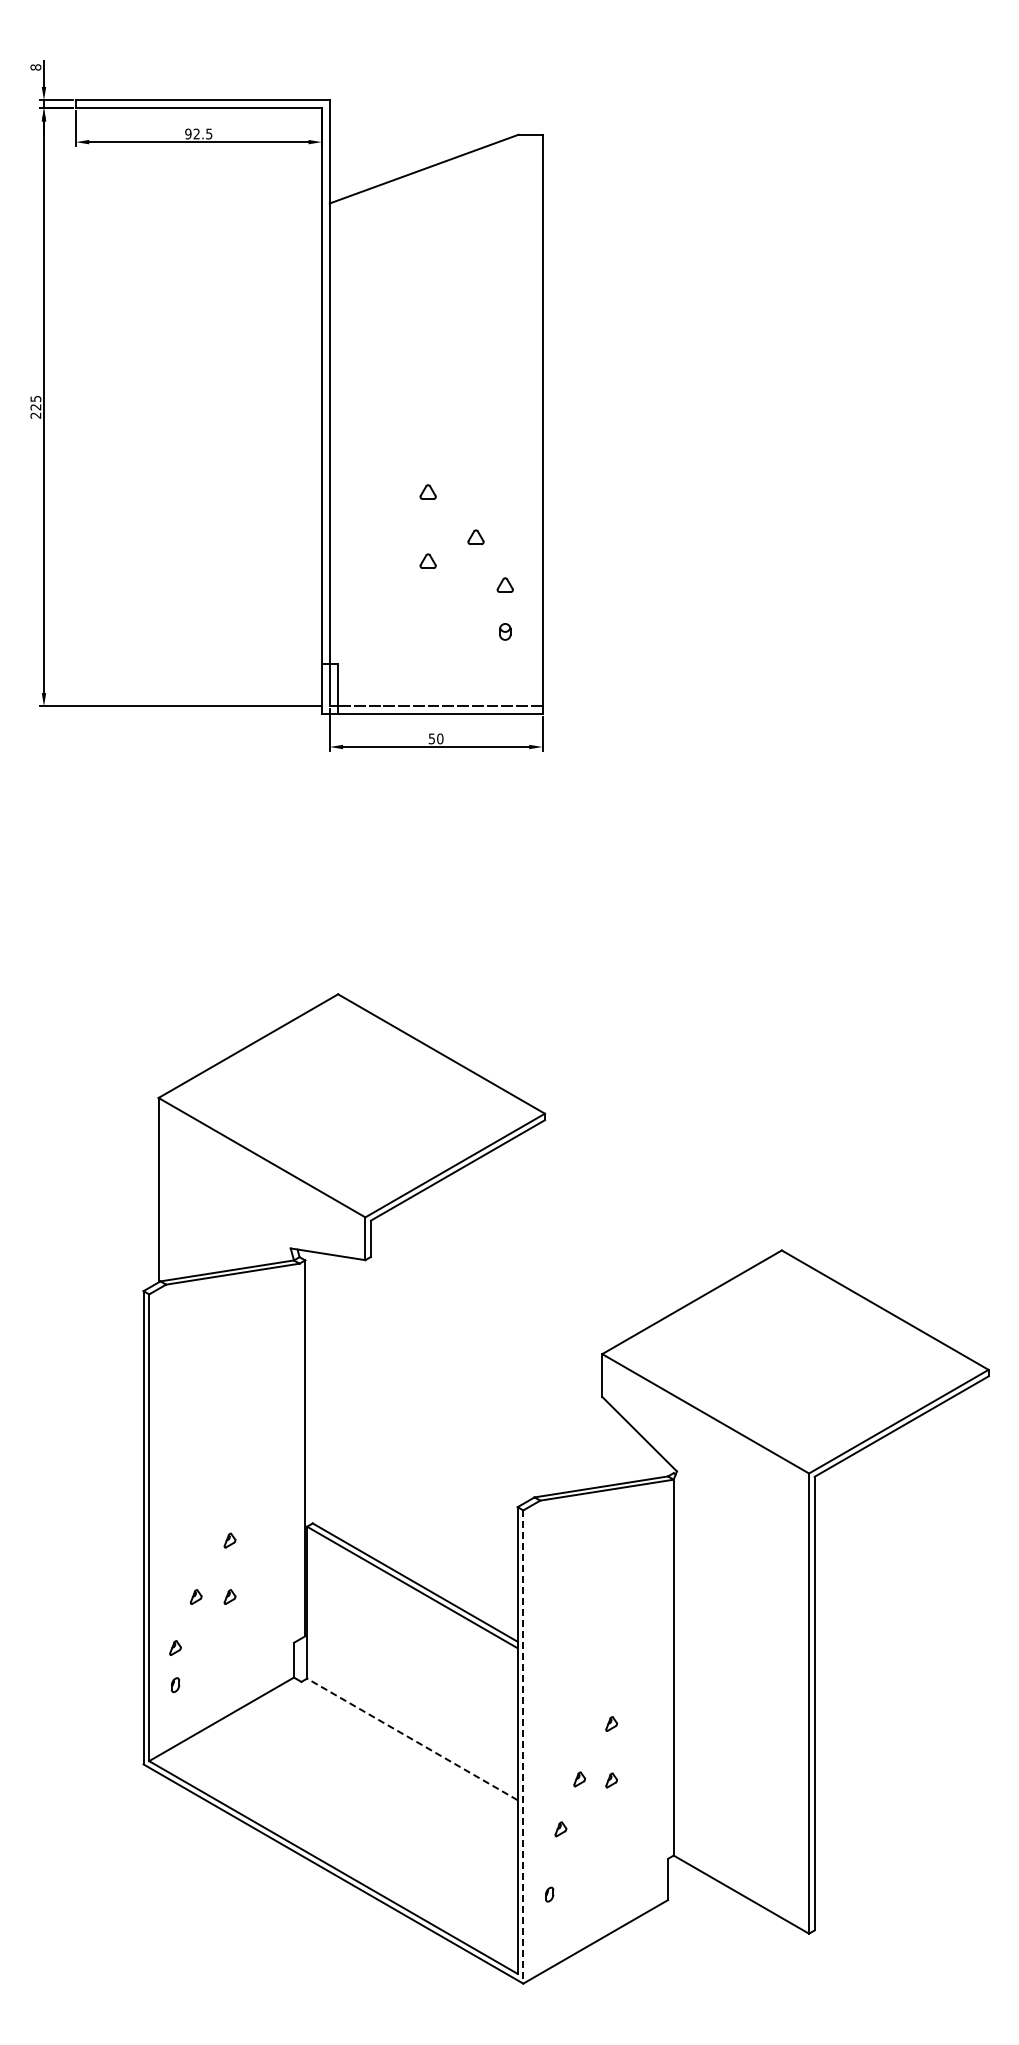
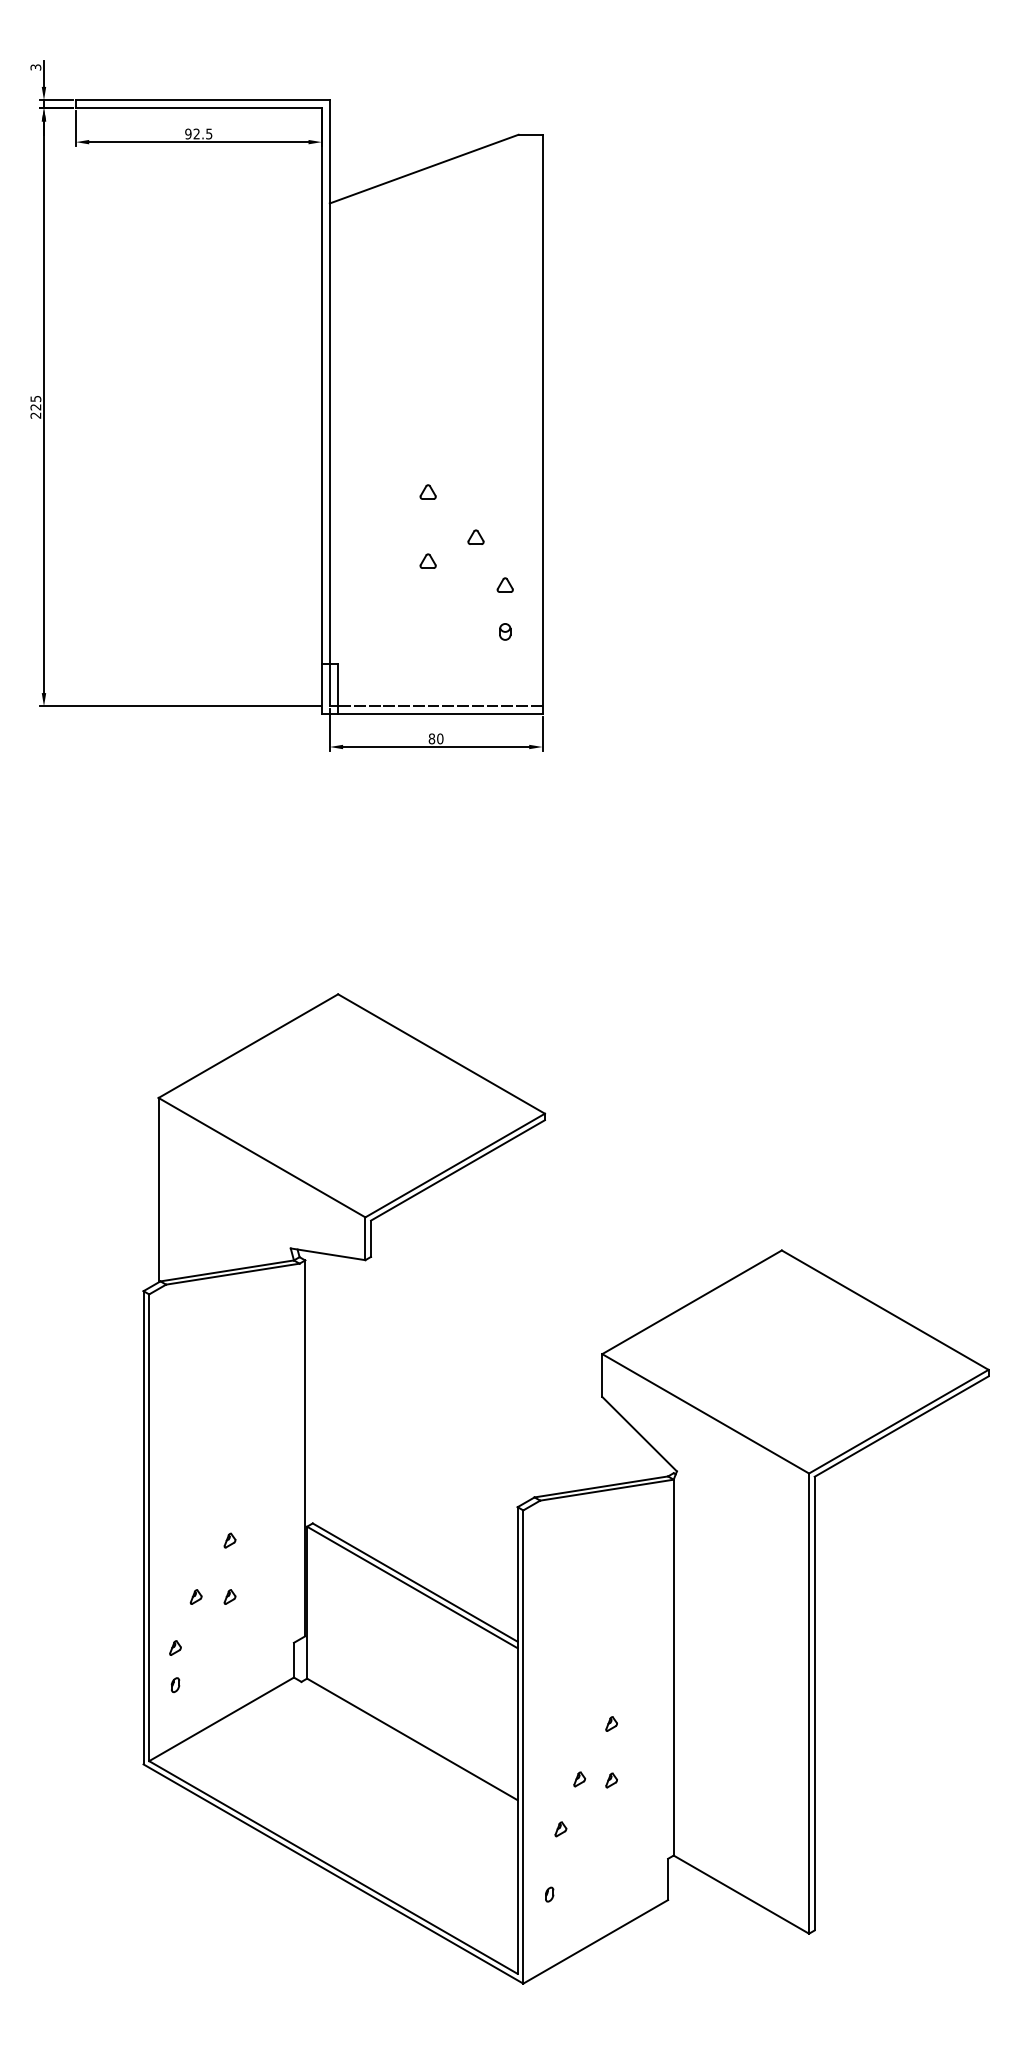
text at (35, 67): 8 -> 3
text at (431, 738): 50 -> 80
line at (412, 1739): dashed -> solid
line at (523, 1747): dashed -> solid
